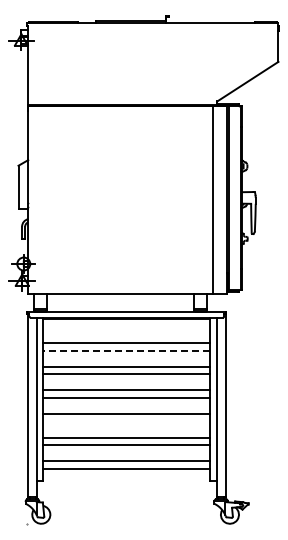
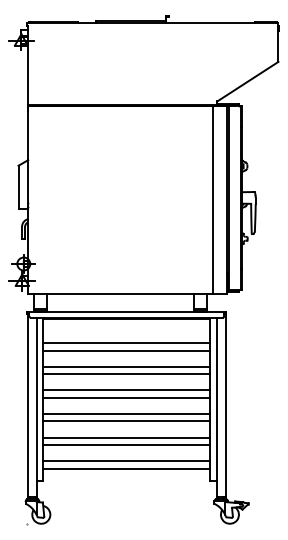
line at (126, 350): dashed -> solid
line at (126, 421): none -> present
